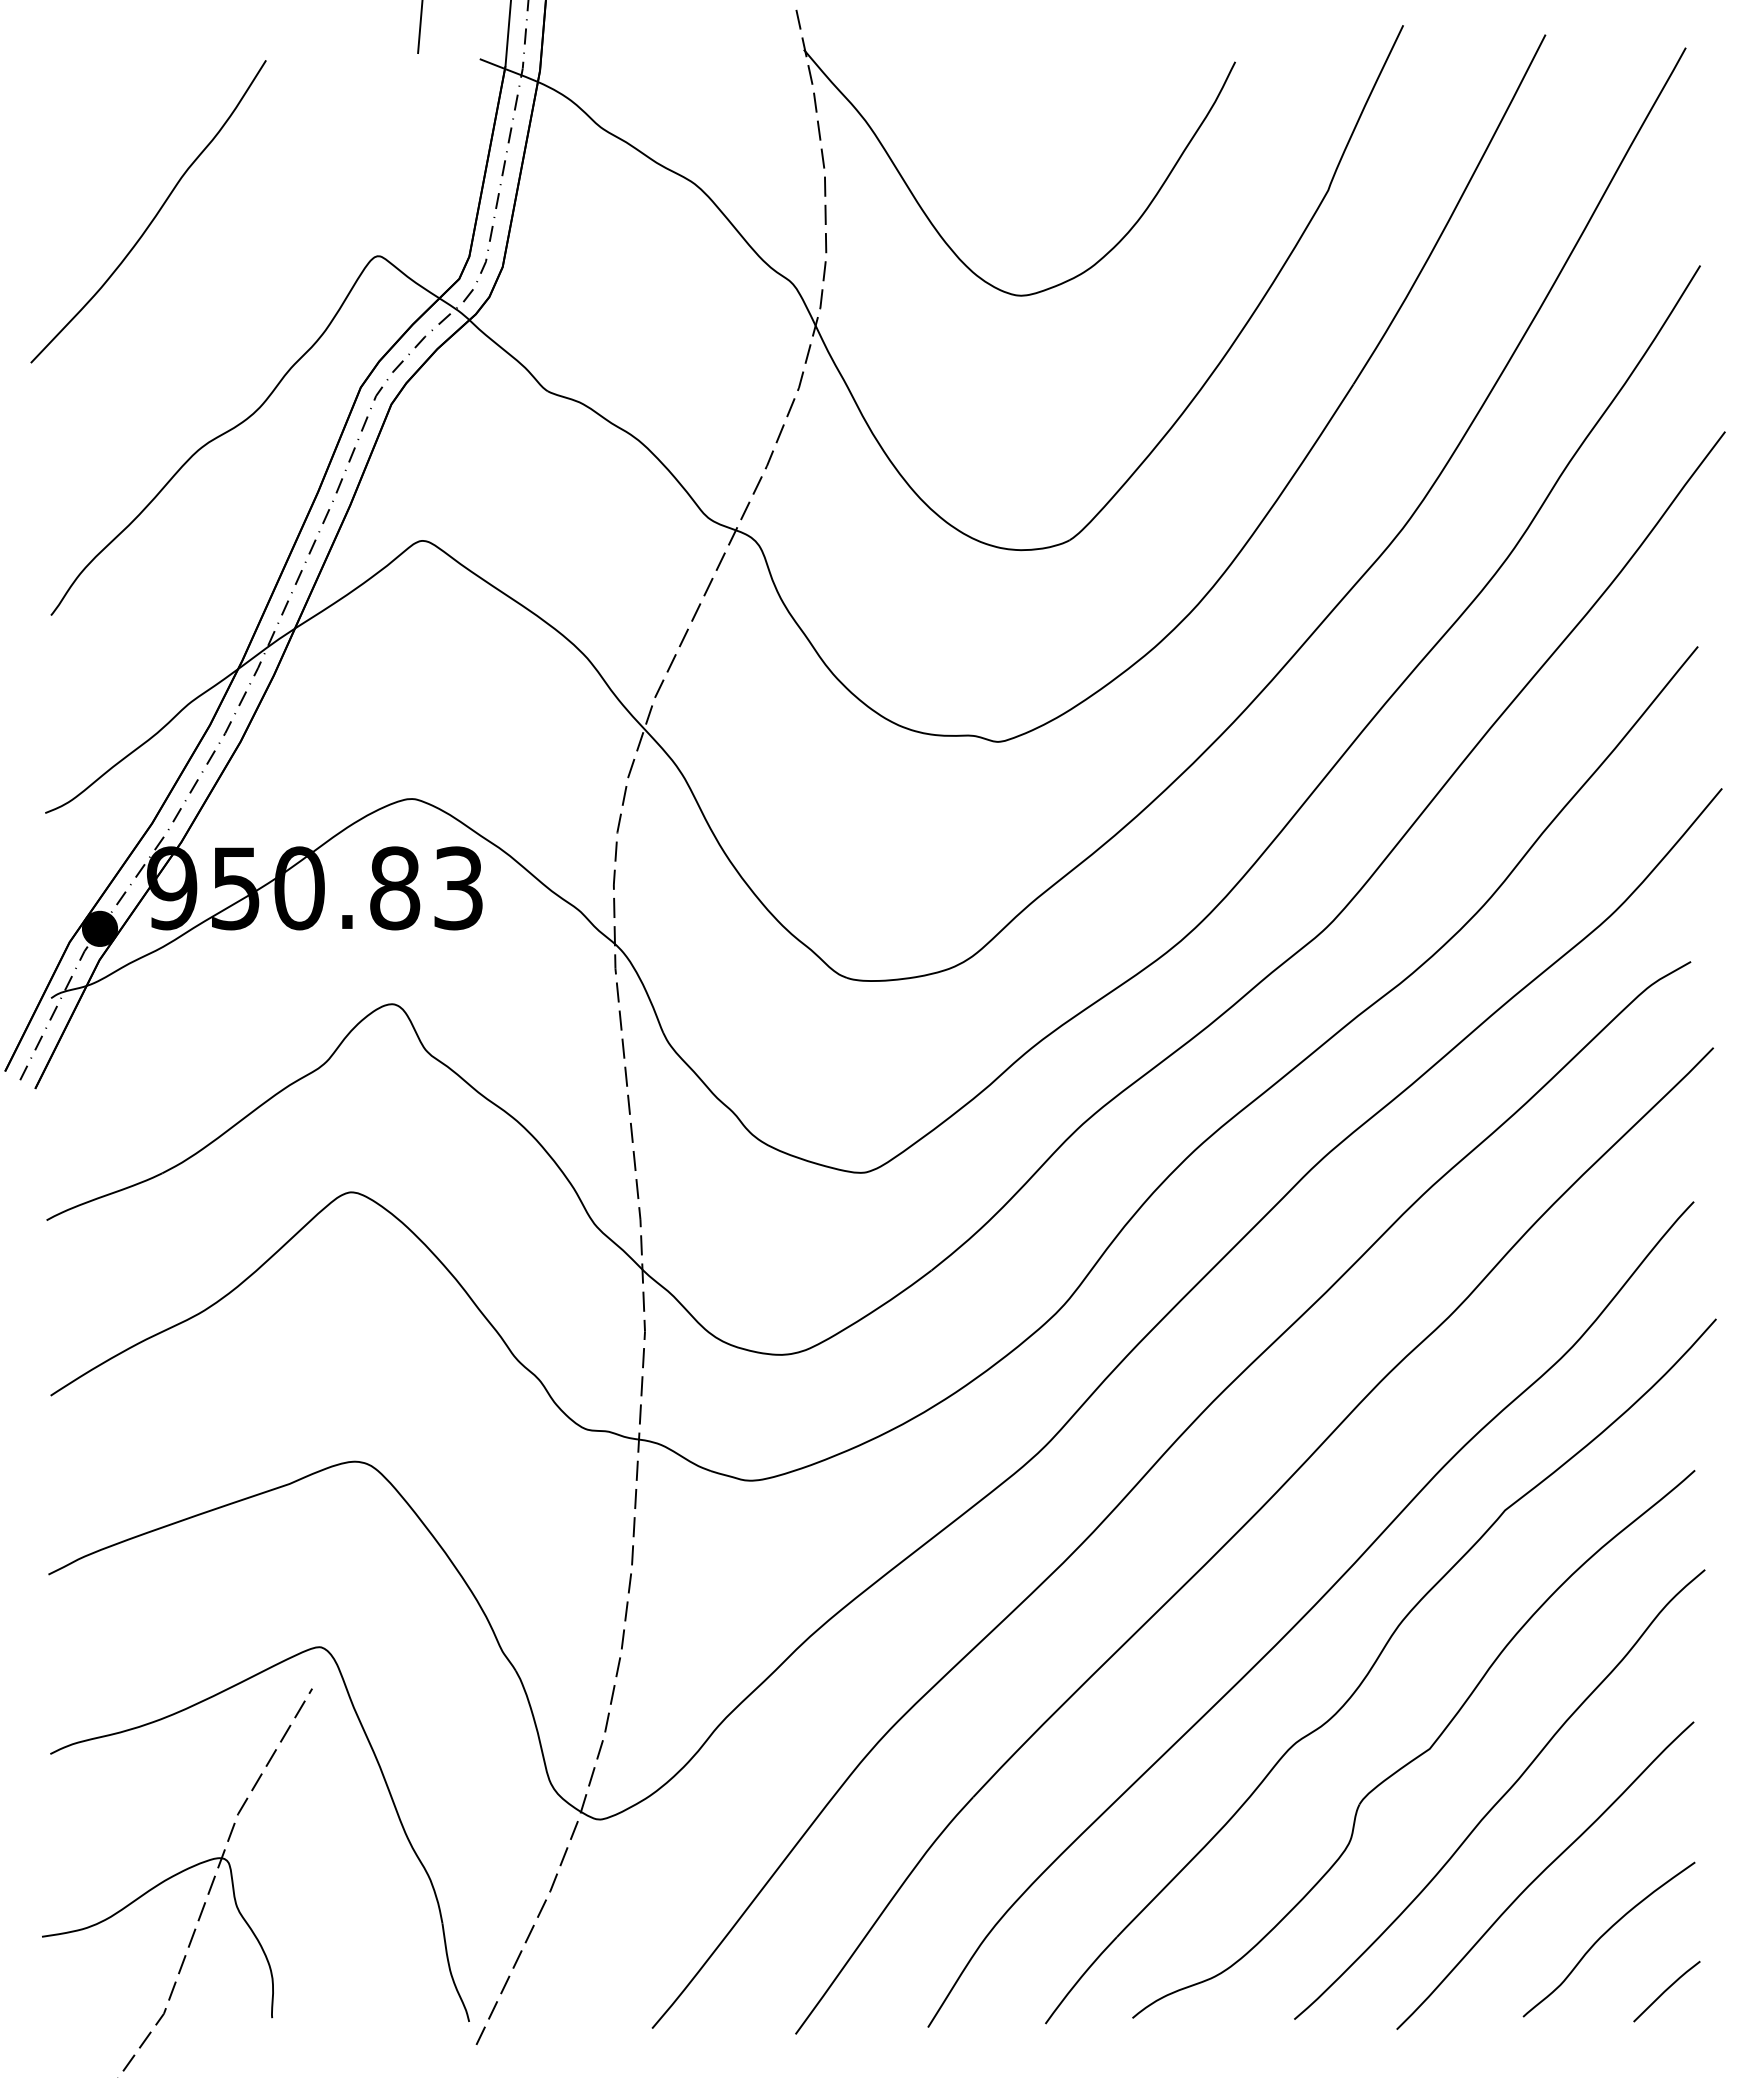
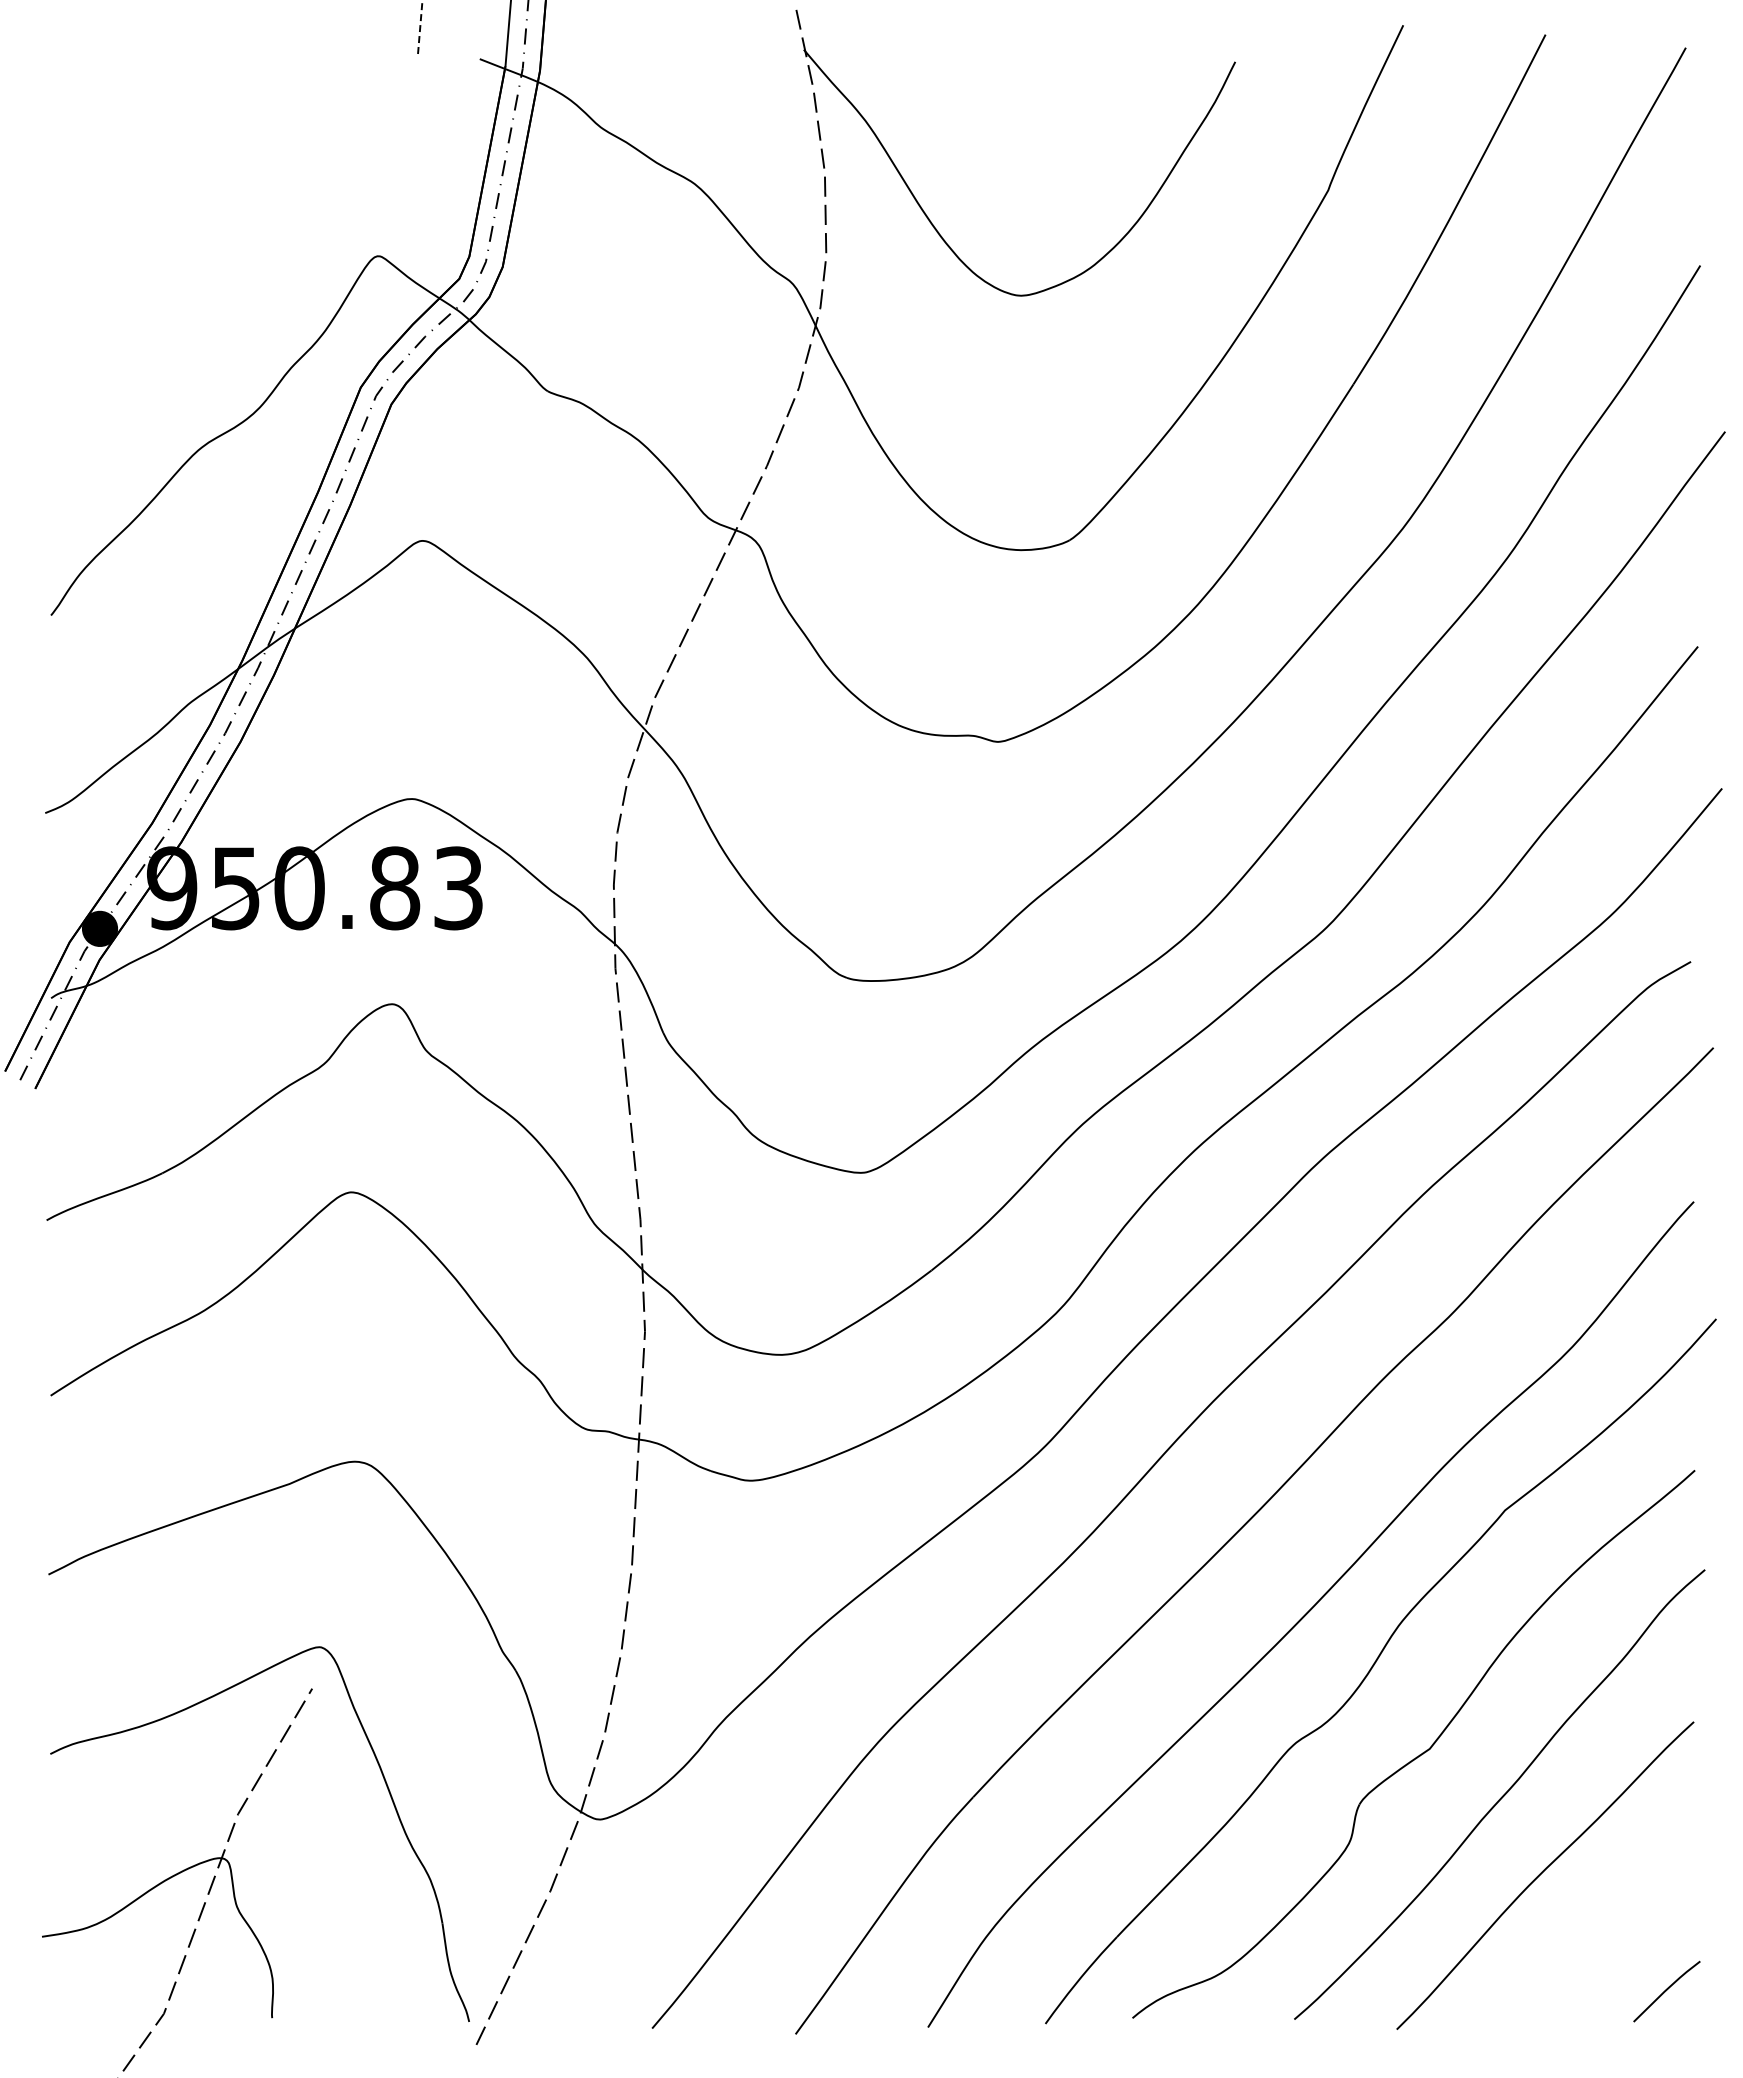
line at (420, 27): solid -> dashed
curve at (155, 214): present -> none
curve at (1604, 1935): present -> none
